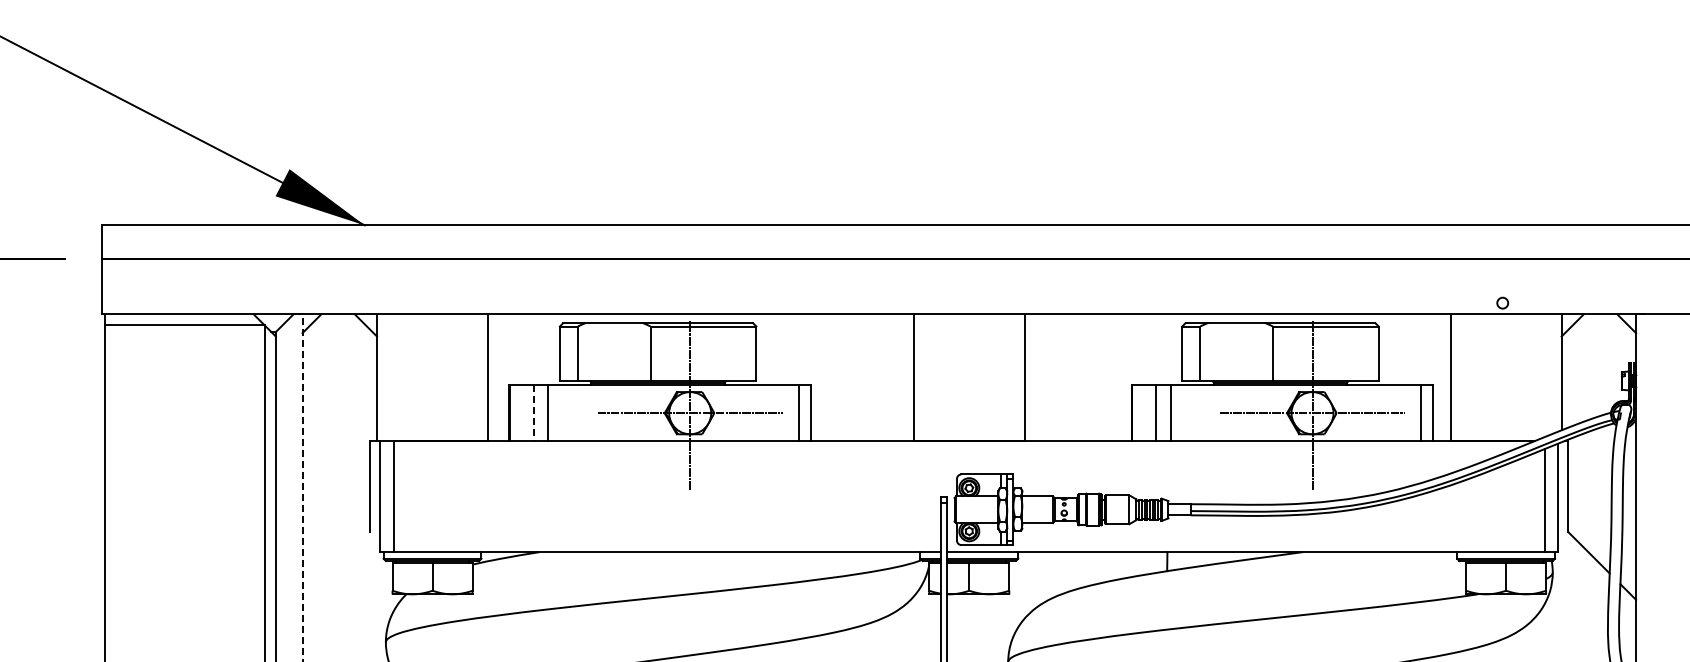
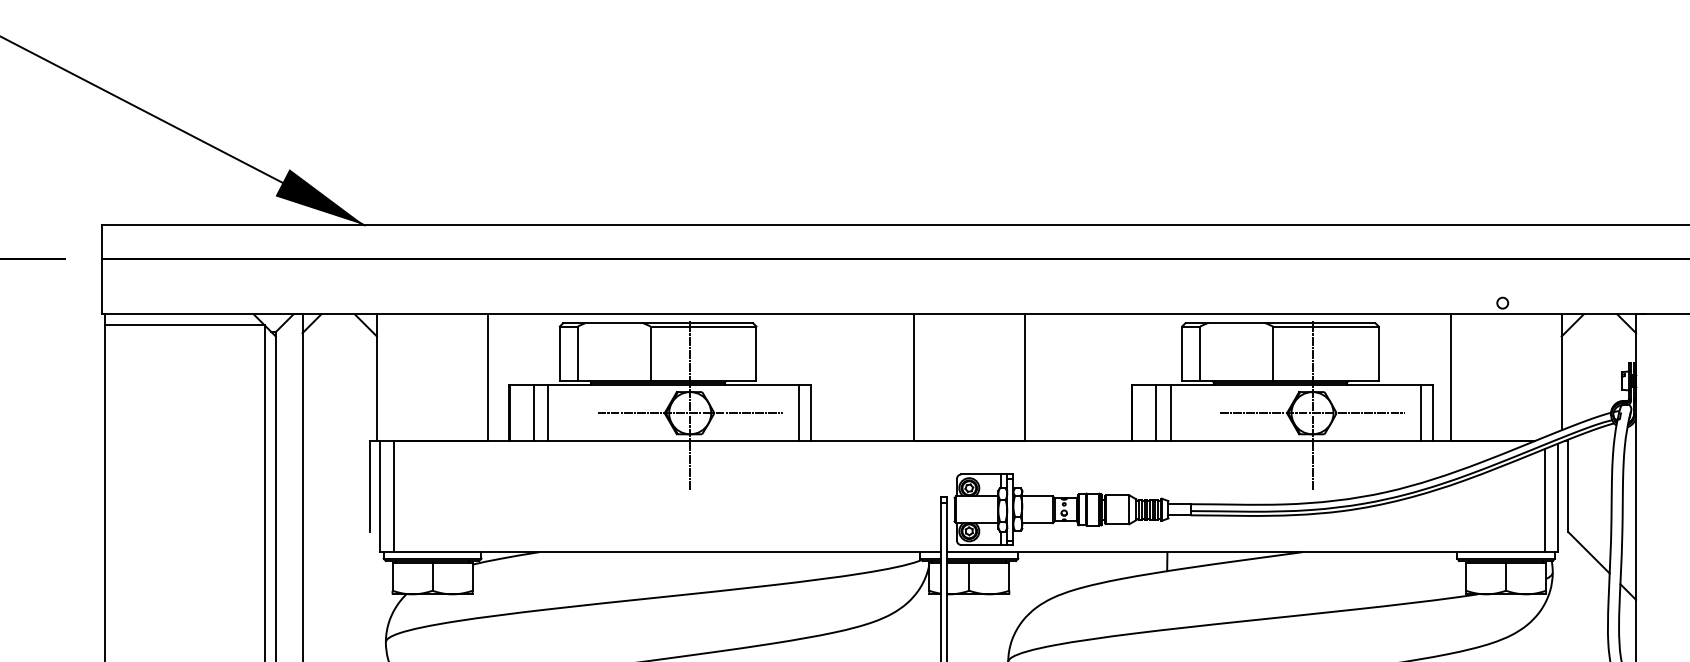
line at (534, 413): dashed -> solid
line at (302, 487): dashed -> solid
